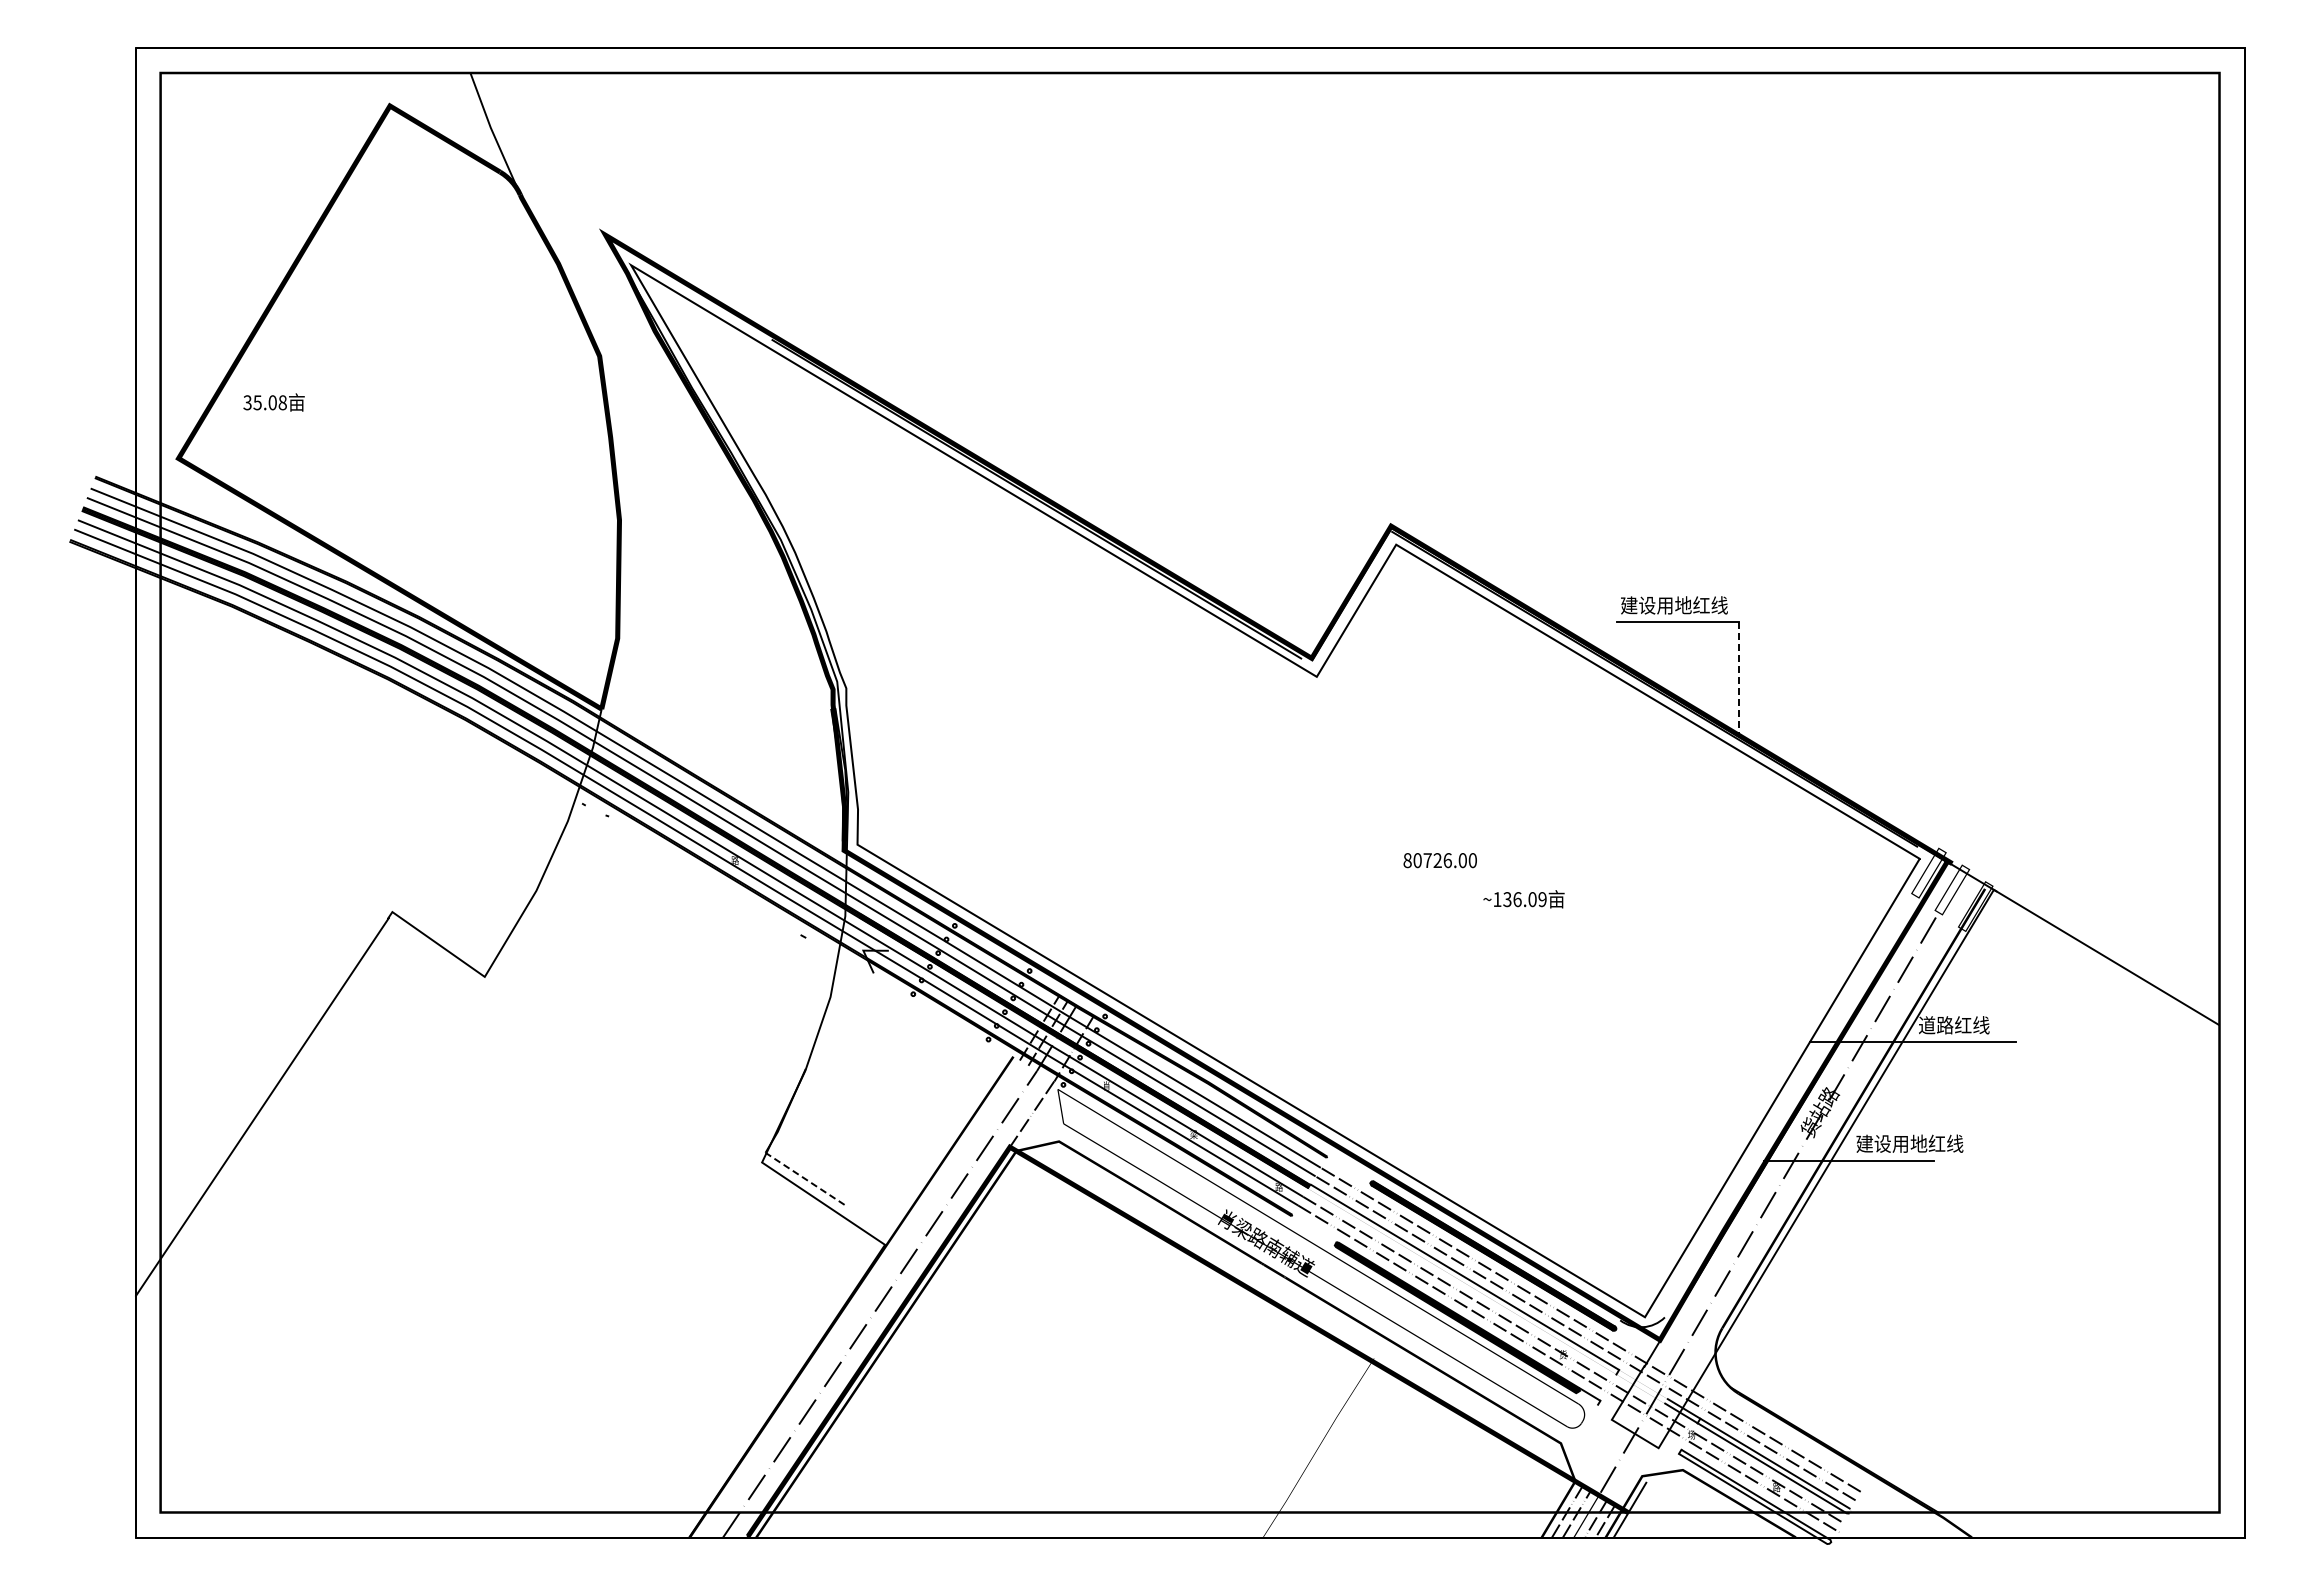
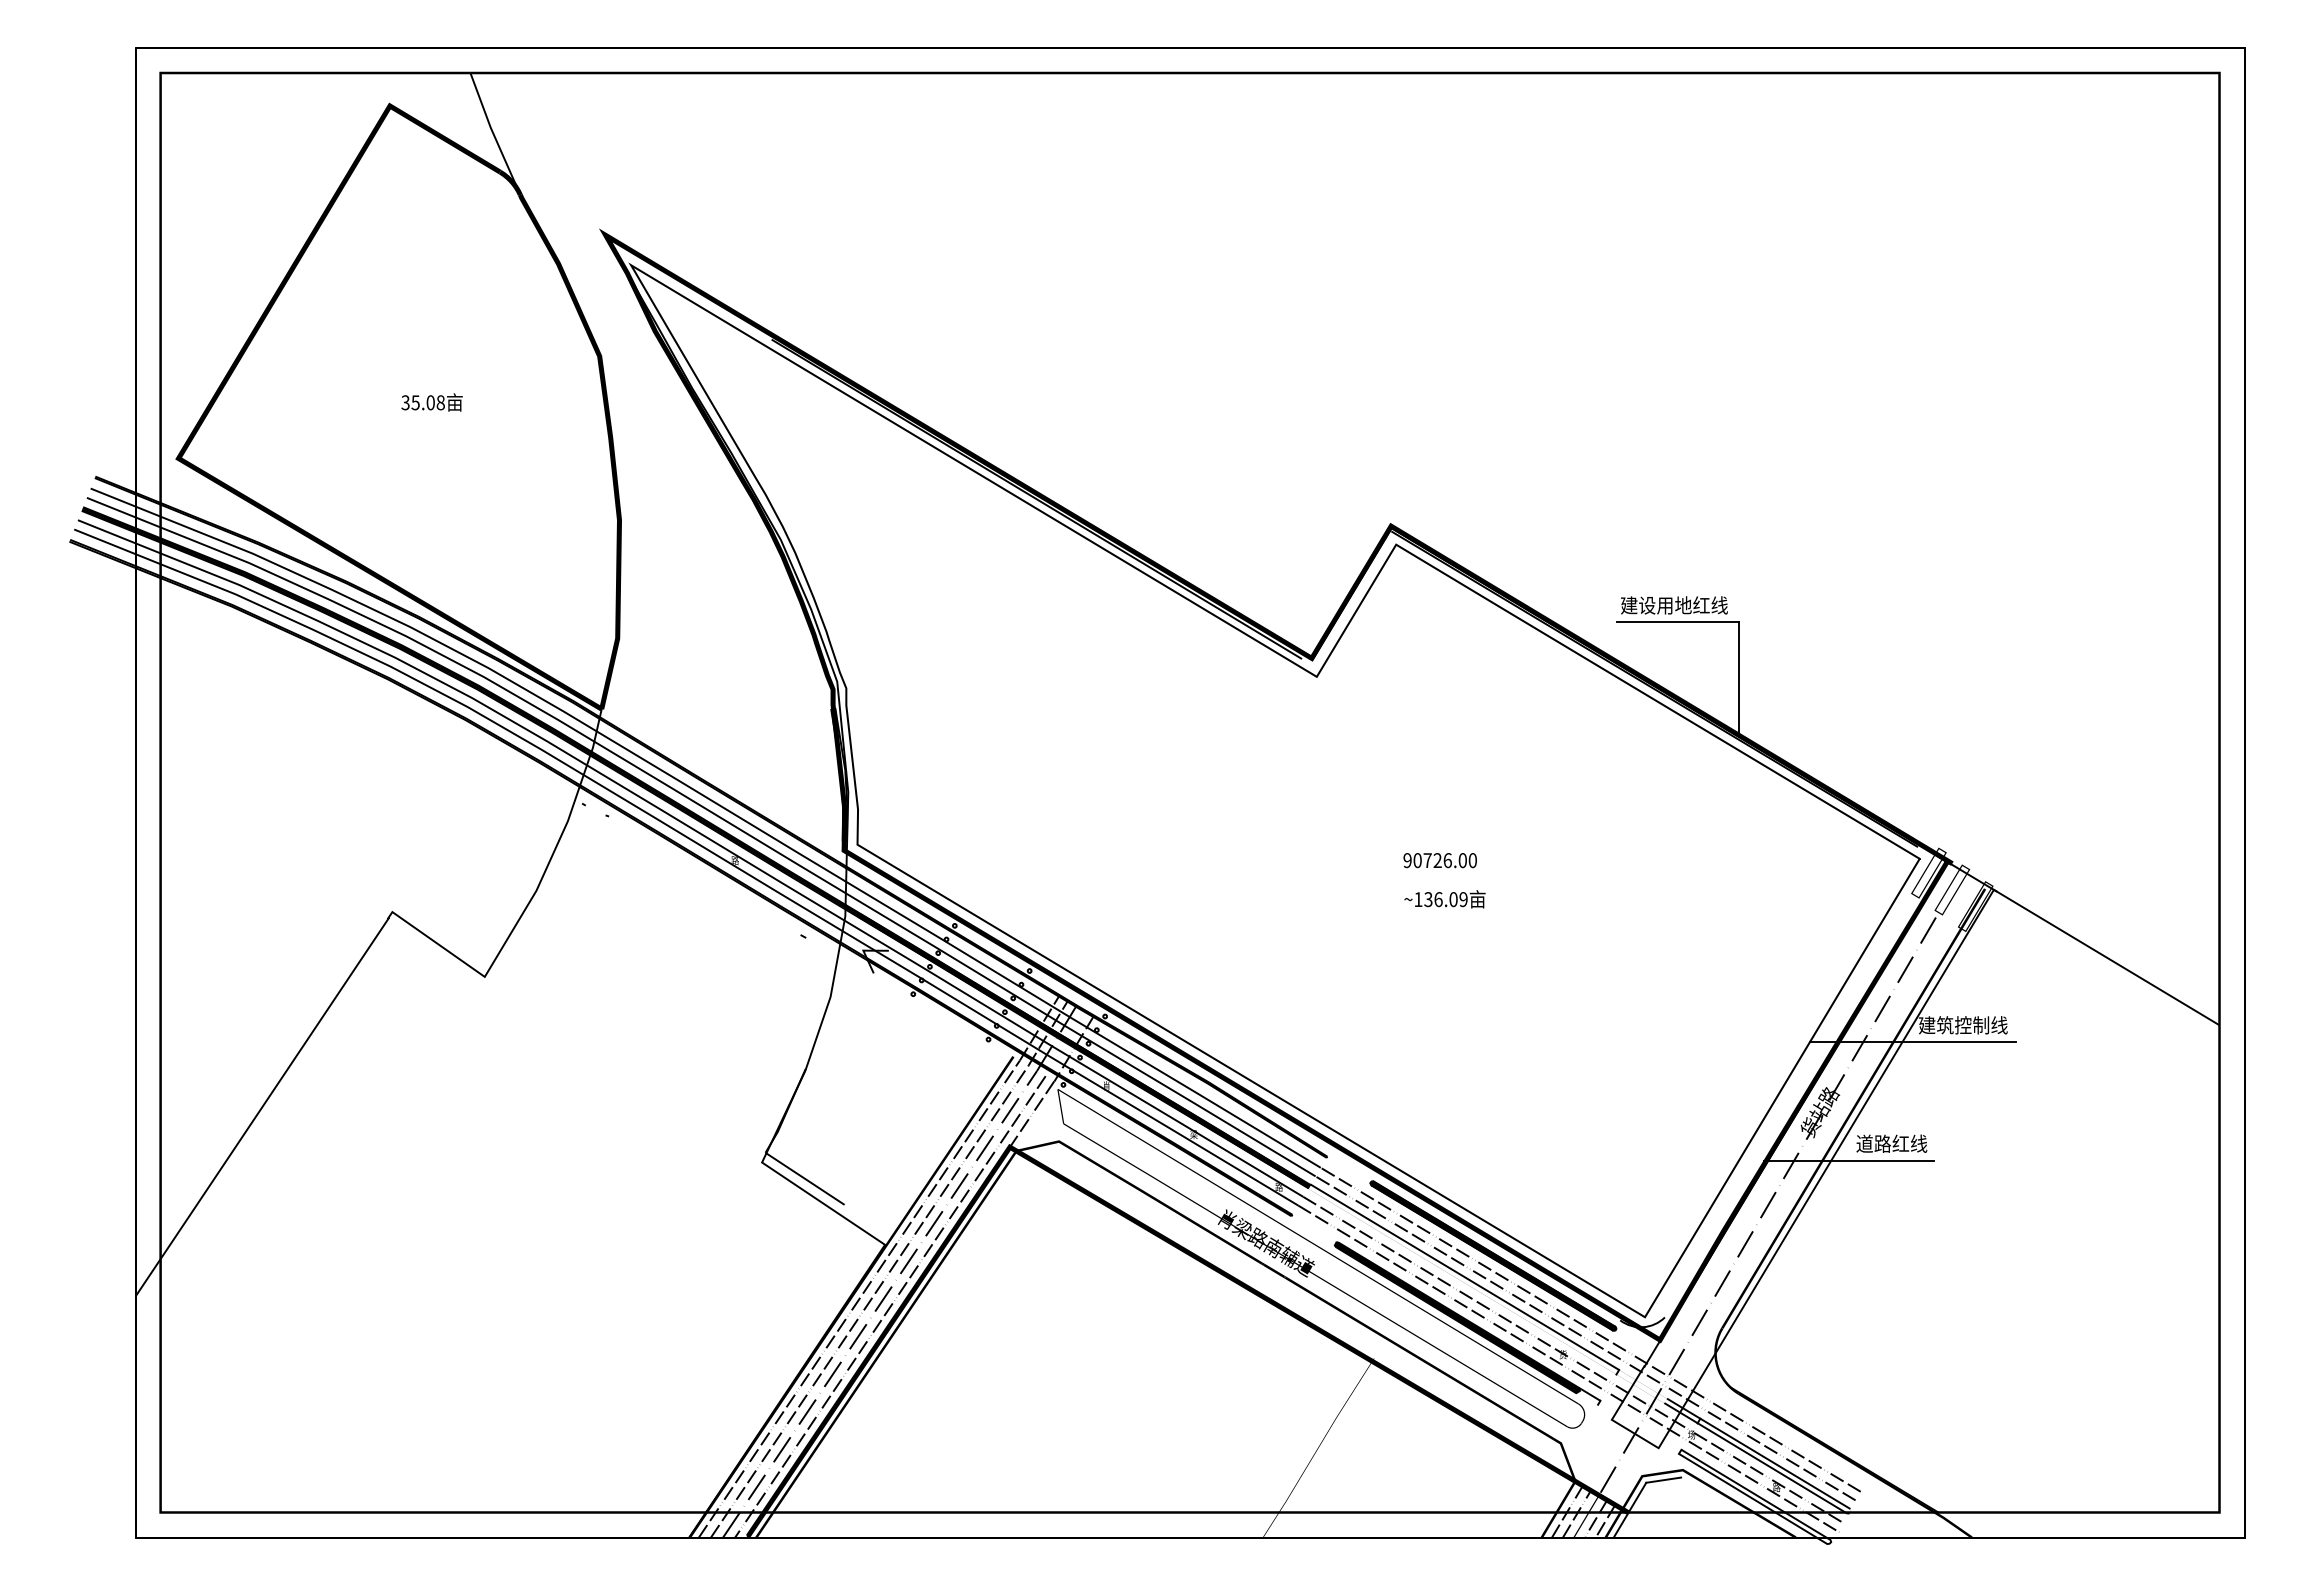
text at (273, 402) position: (273, 402) -> (431, 402)
line at (1739, 680): dashed -> solid
text at (1407, 860): 80726.00 -> 90726.00
text at (1523, 899) position: (1523, 899) -> (1444, 899)
text at (1962, 1025): 道路红线 -> 建筑控制线
text at (1909, 1143): 建设用地红线 -> 道路红线
line at (804, 1178): dashed -> solid
line at (858, 1298): none -> present
line at (869, 1301): none -> present
line at (890, 1306): none -> present
line at (1663, 1479): none -> present
